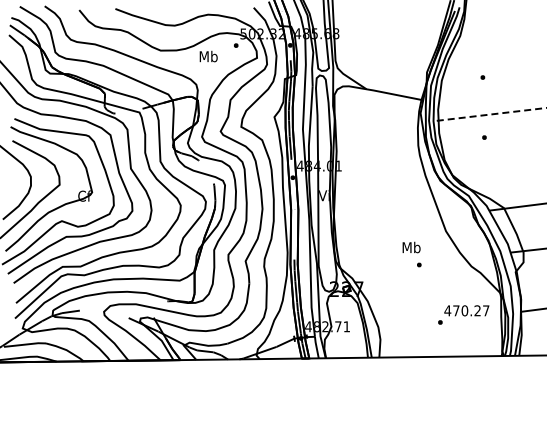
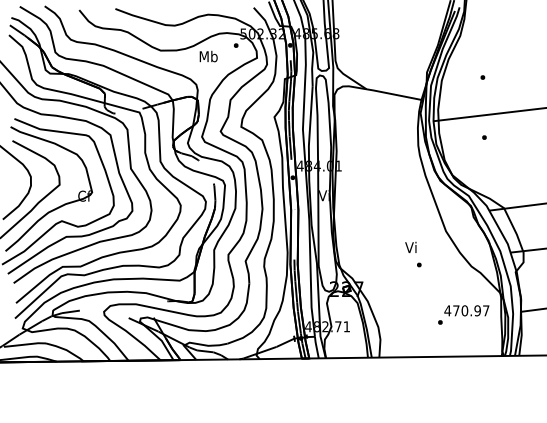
line at (489, 114): dashed -> solid
text at (411, 247): Mb -> Vi
text at (477, 310): 470.27 -> 470.97
